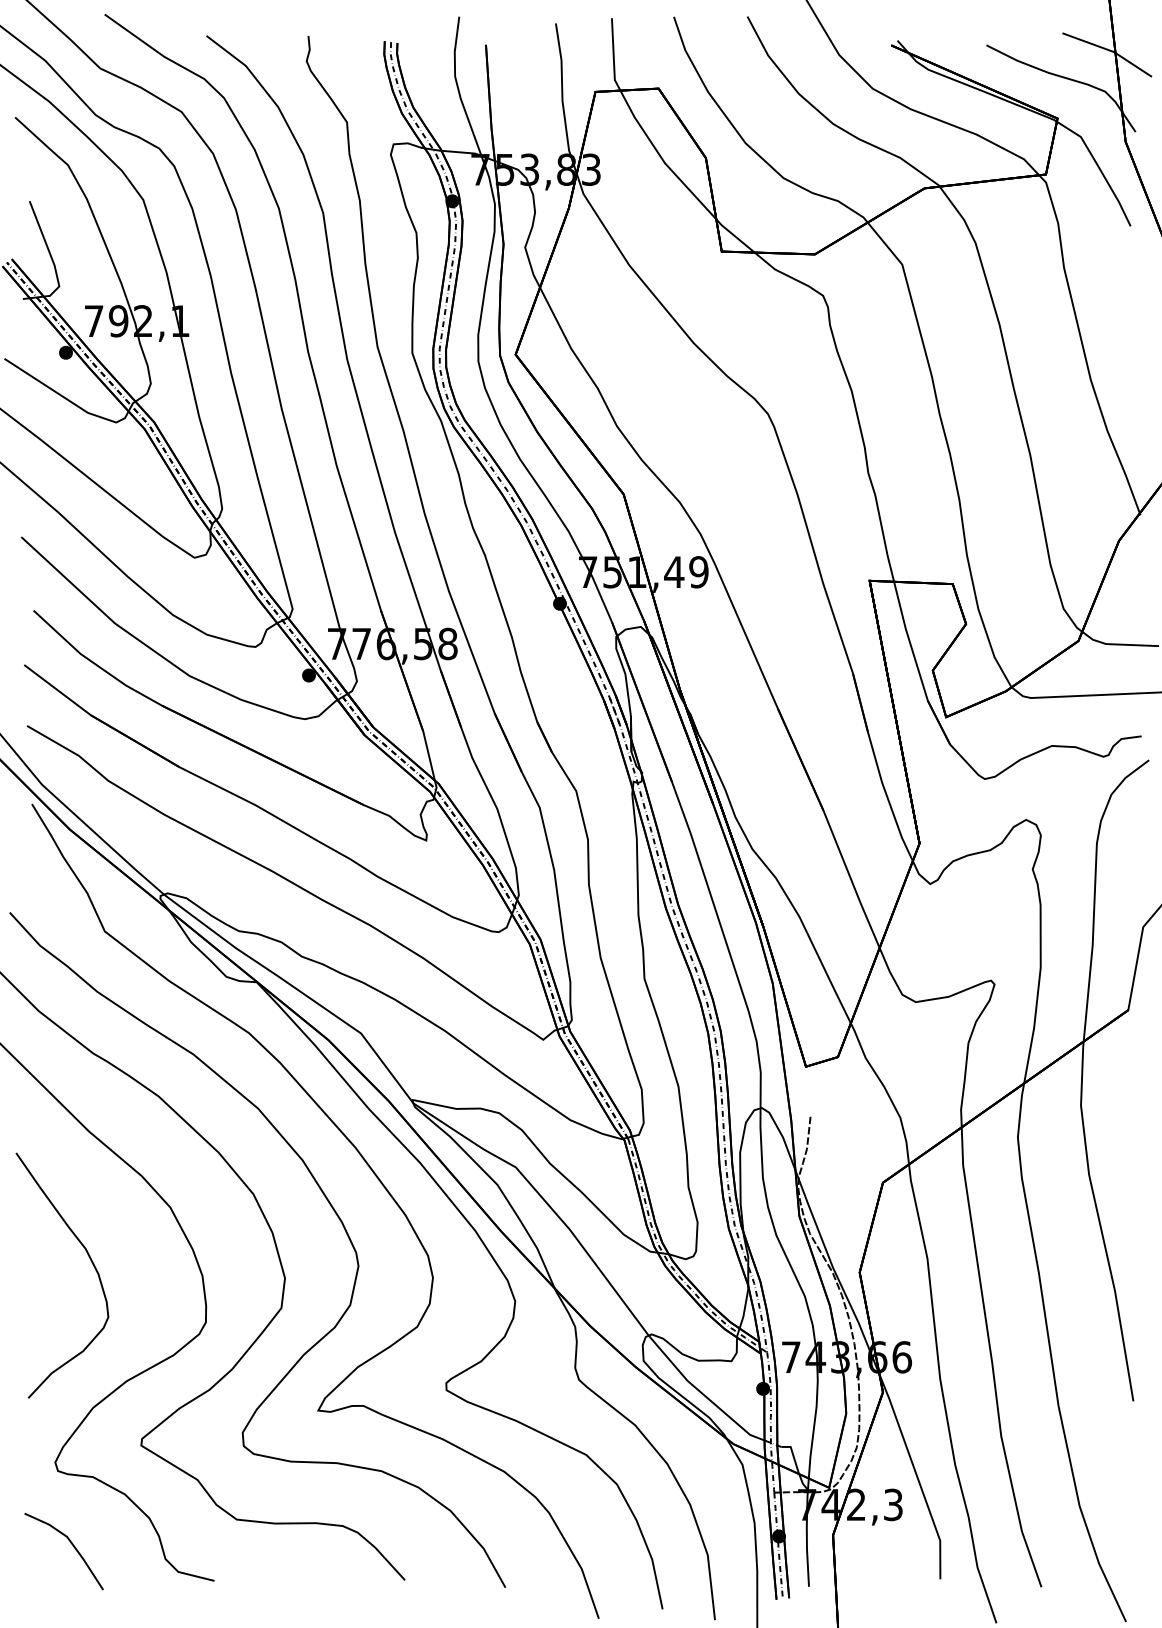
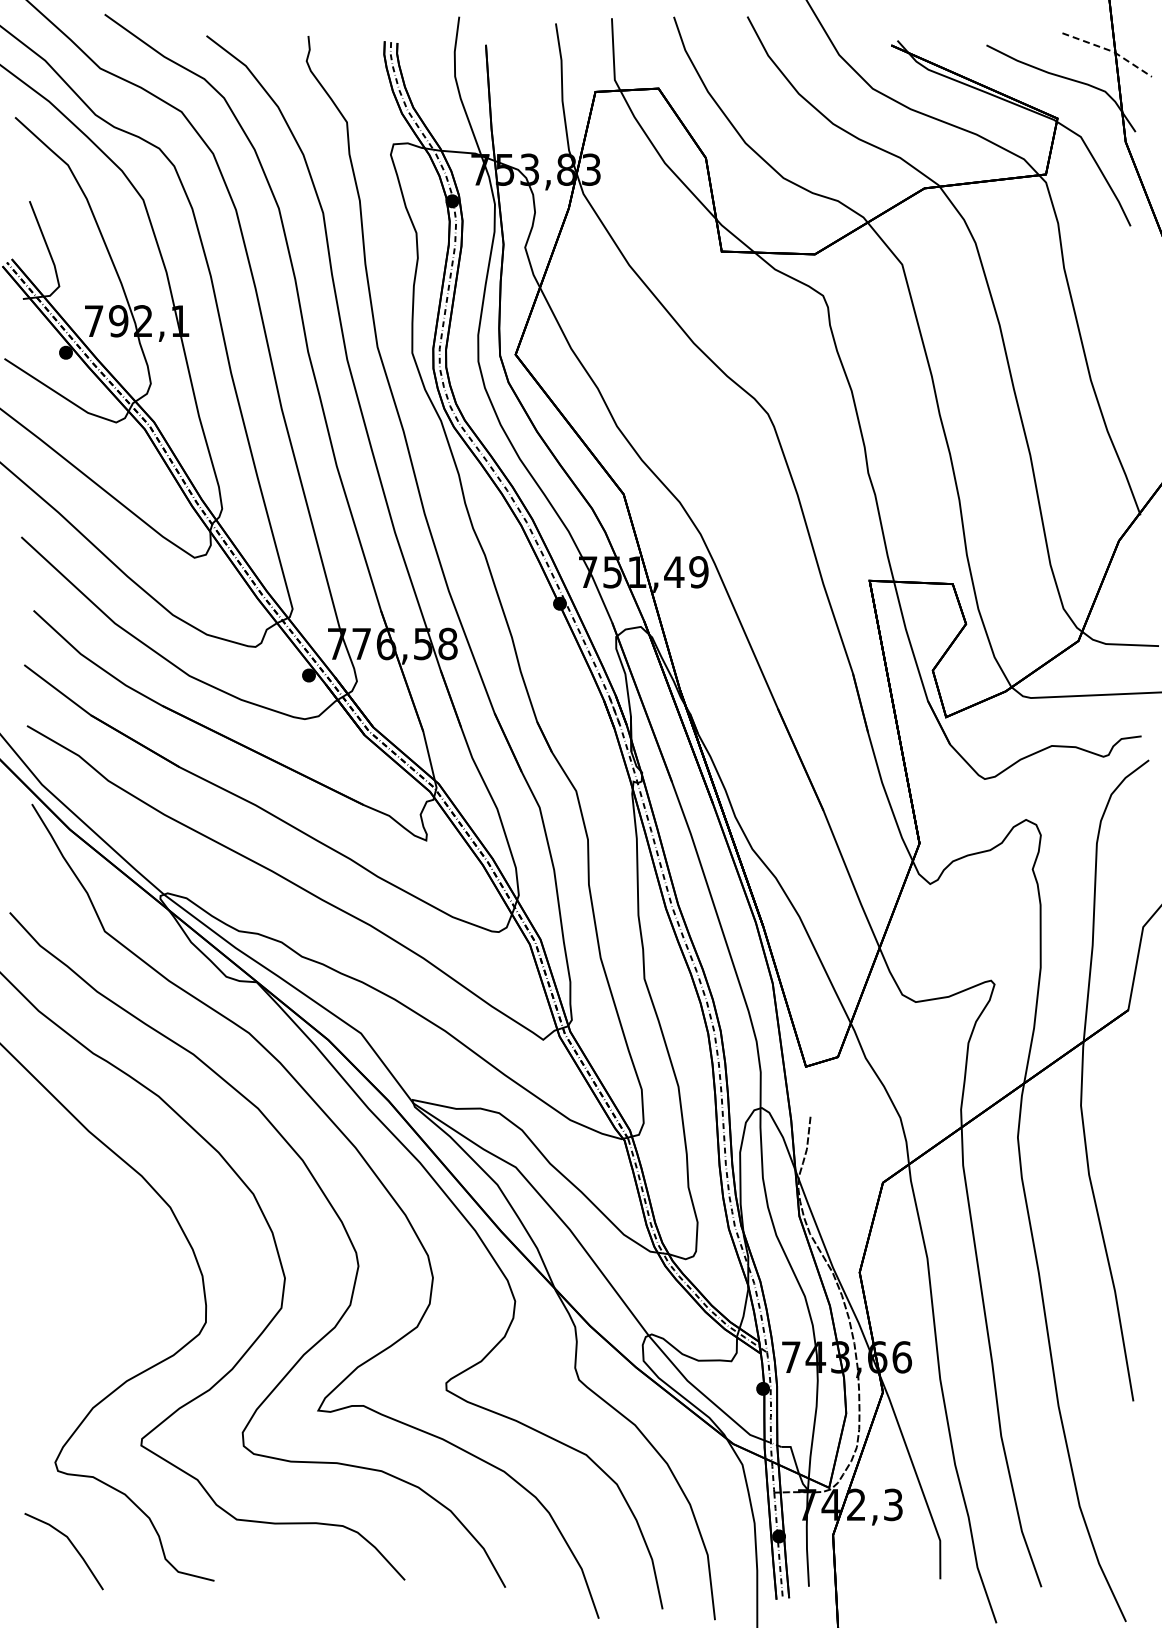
line at (1110, 50): solid -> dashed
curve at (90, 1260): present -> none
